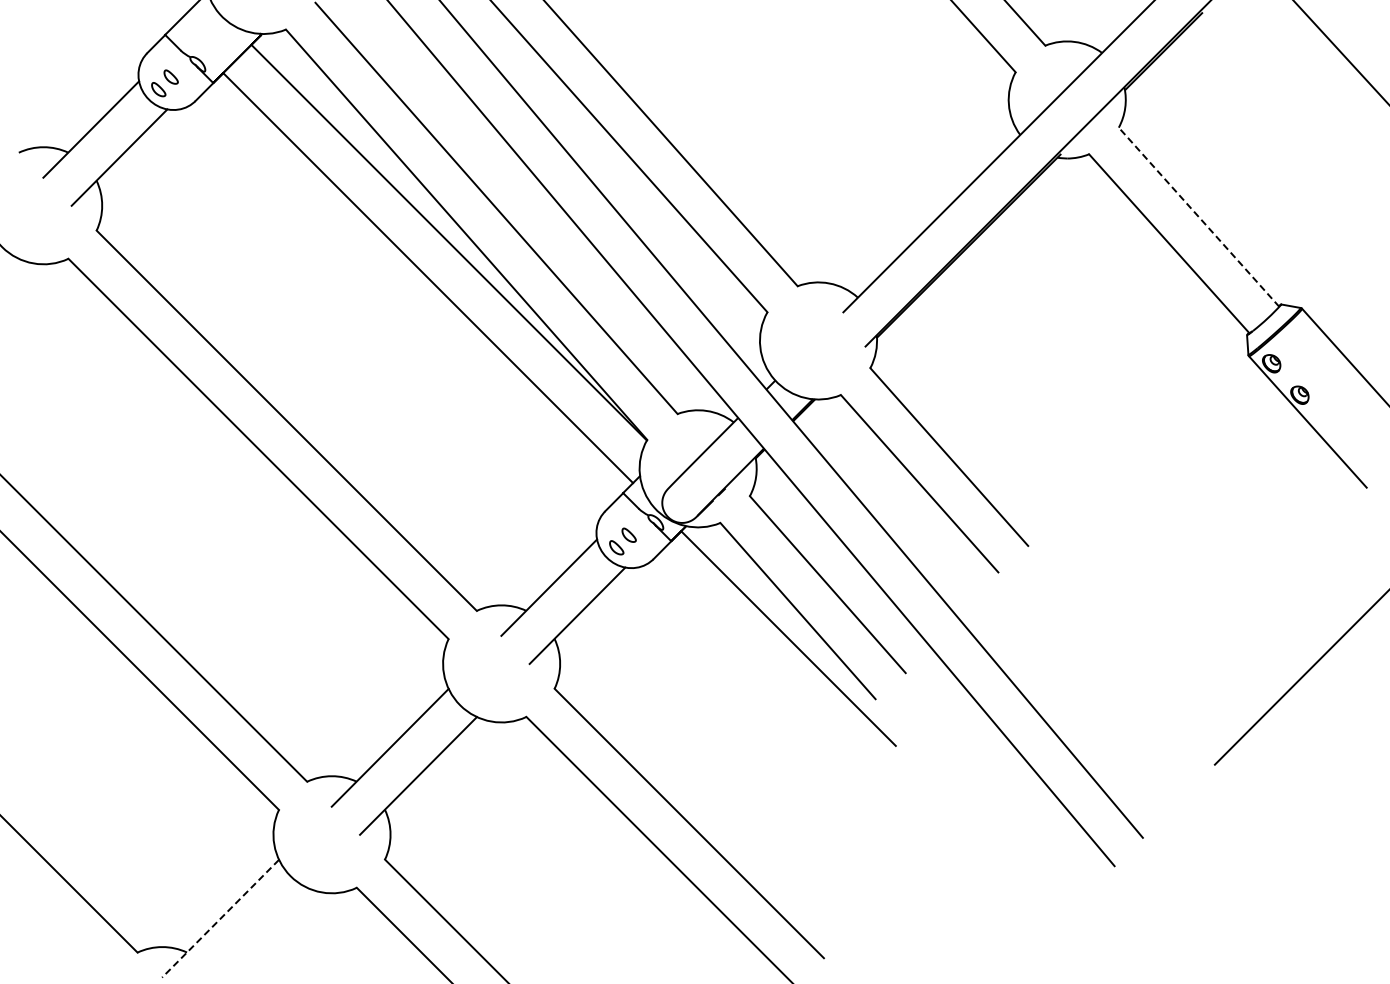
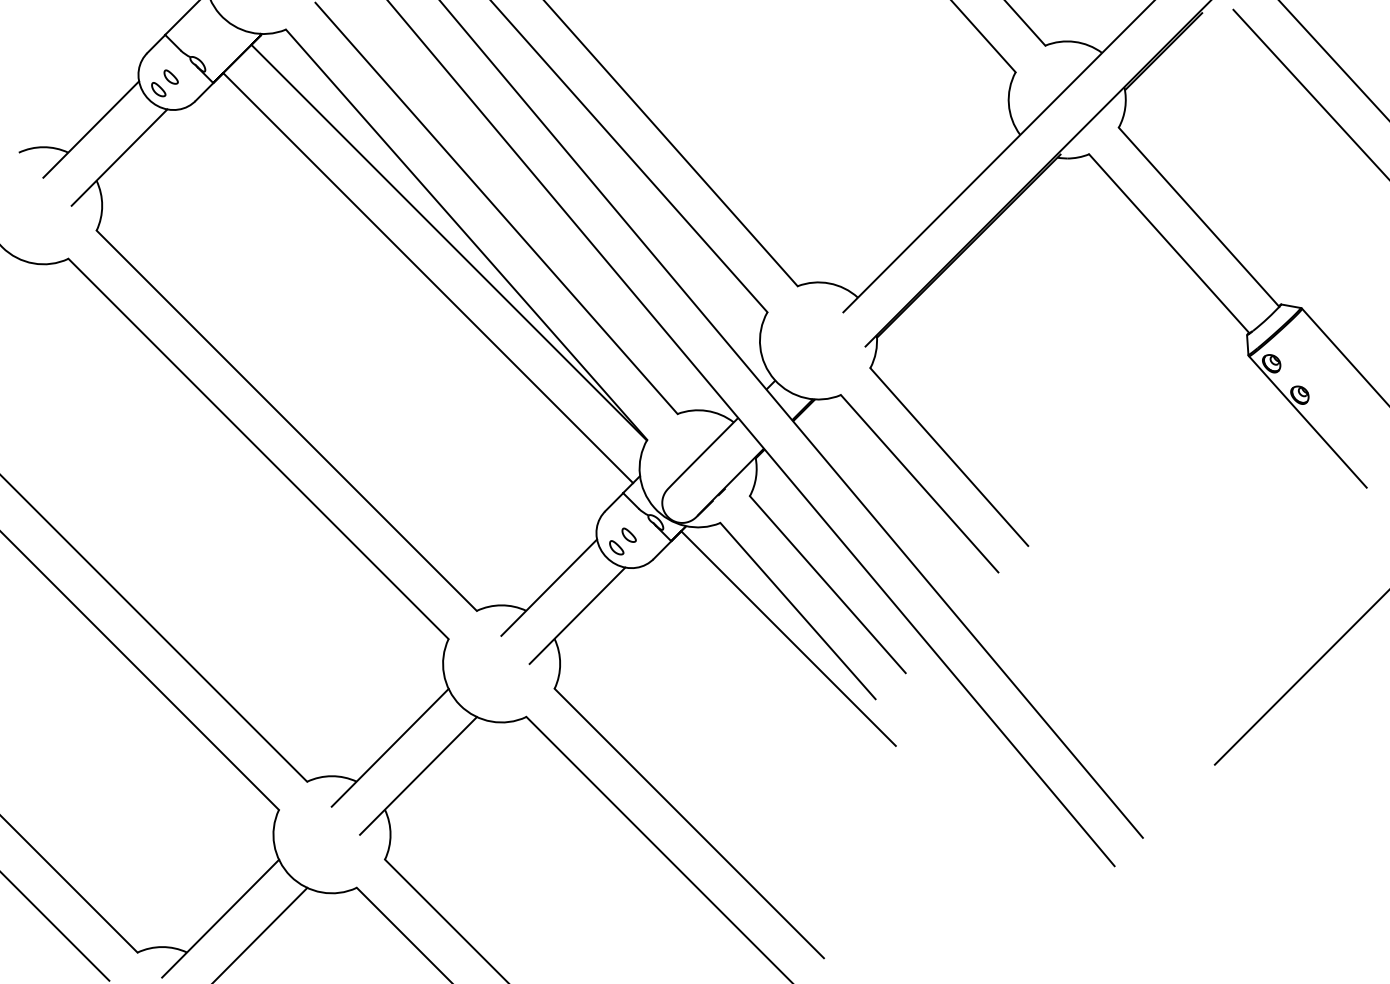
line at (1340, 52) position: (1340, 52) -> (1333, 60)
line at (1309, 92): none -> present
line at (1198, 216): dashed -> solid
line at (220, 918): dashed -> solid
line at (55, 926): none -> present
line at (261, 933): none -> present
